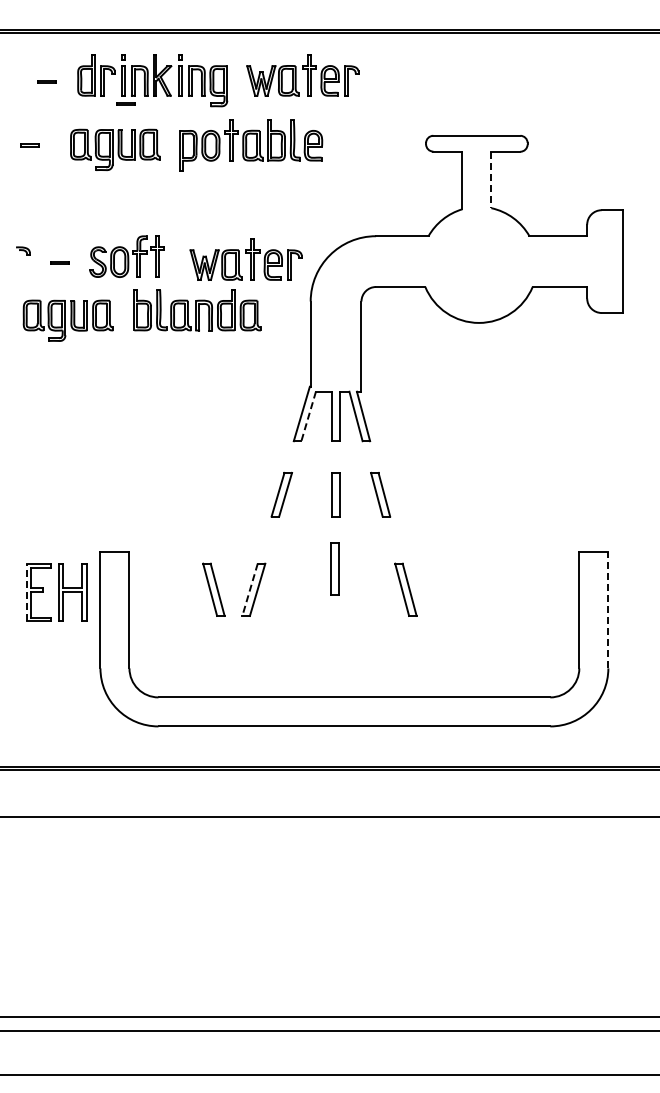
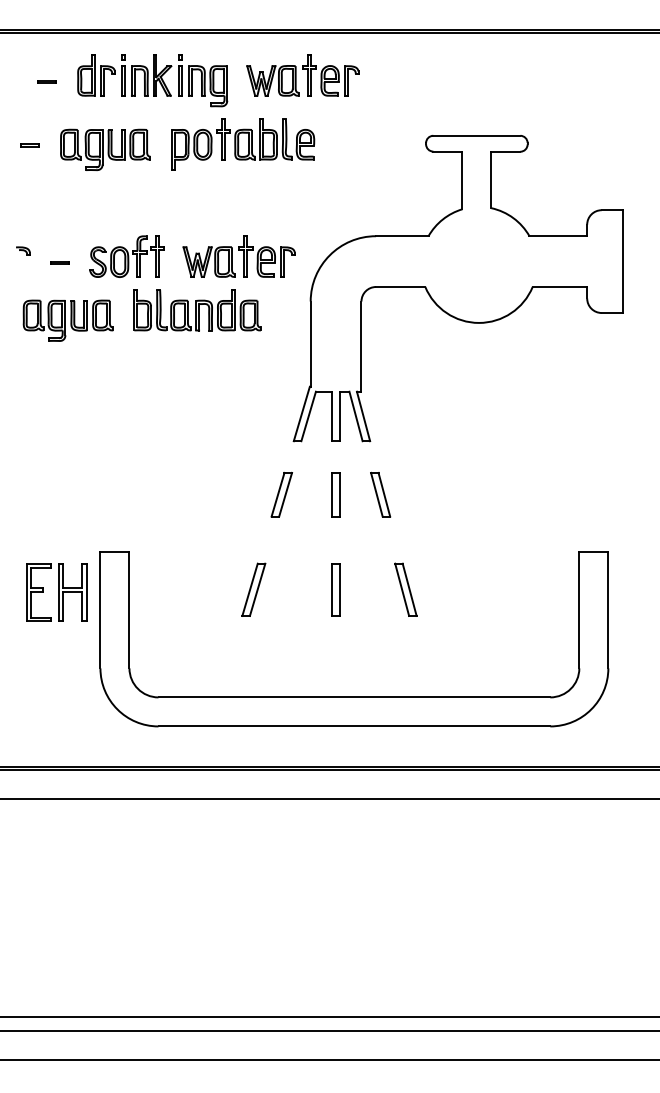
line at (125, 103): present -> none
part at (251, 145) position: (251, 145) -> (243, 144)
part at (115, 149) position: (115, 149) -> (105, 149)
line at (491, 180): dashed -> solid
part at (245, 259) position: (245, 259) -> (238, 256)
line at (308, 416): dashed -> solid
part at (334, 568) position: (334, 568) -> (335, 589)
part at (213, 589): present -> none
line at (249, 590): dashed -> solid
line at (26, 592): dashed -> solid
line at (608, 609): dashed -> solid
line at (329, 817) position: (329, 817) -> (329, 799)
line at (329, 1075) position: (329, 1075) -> (329, 1060)
